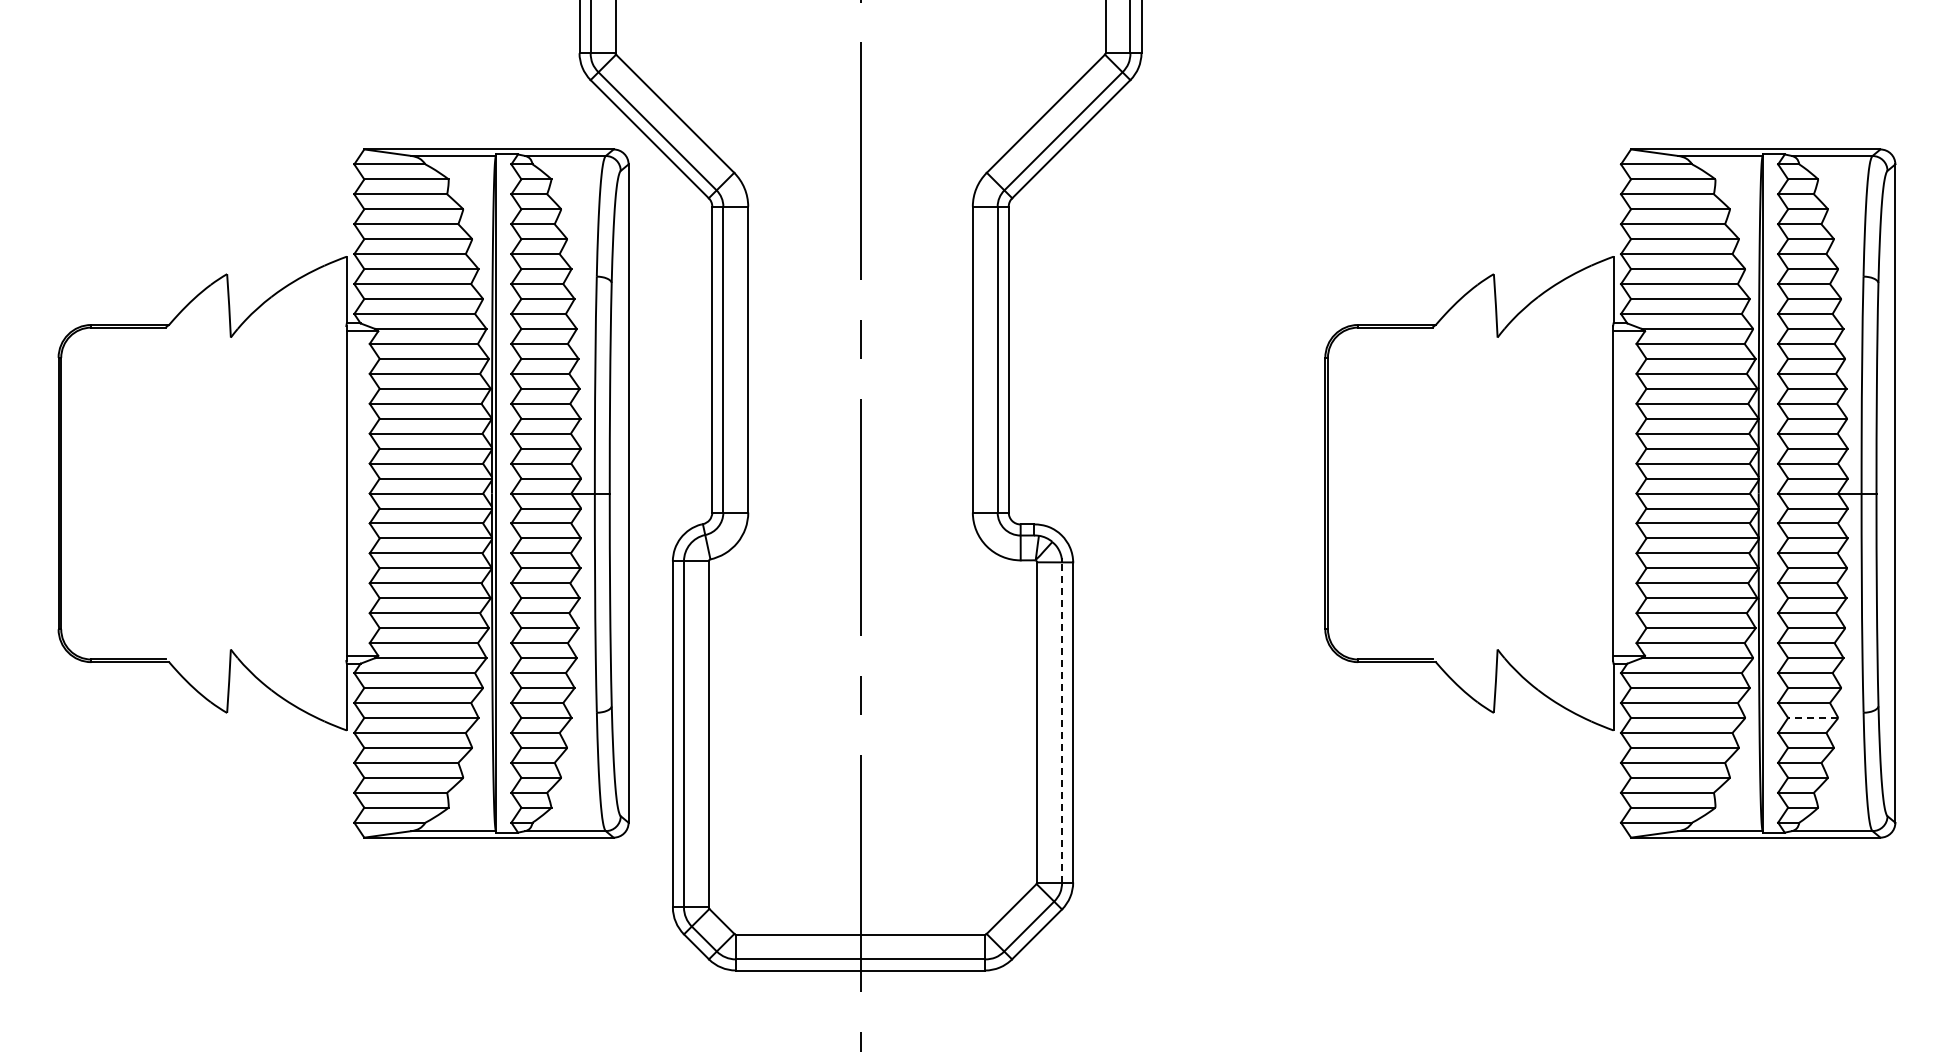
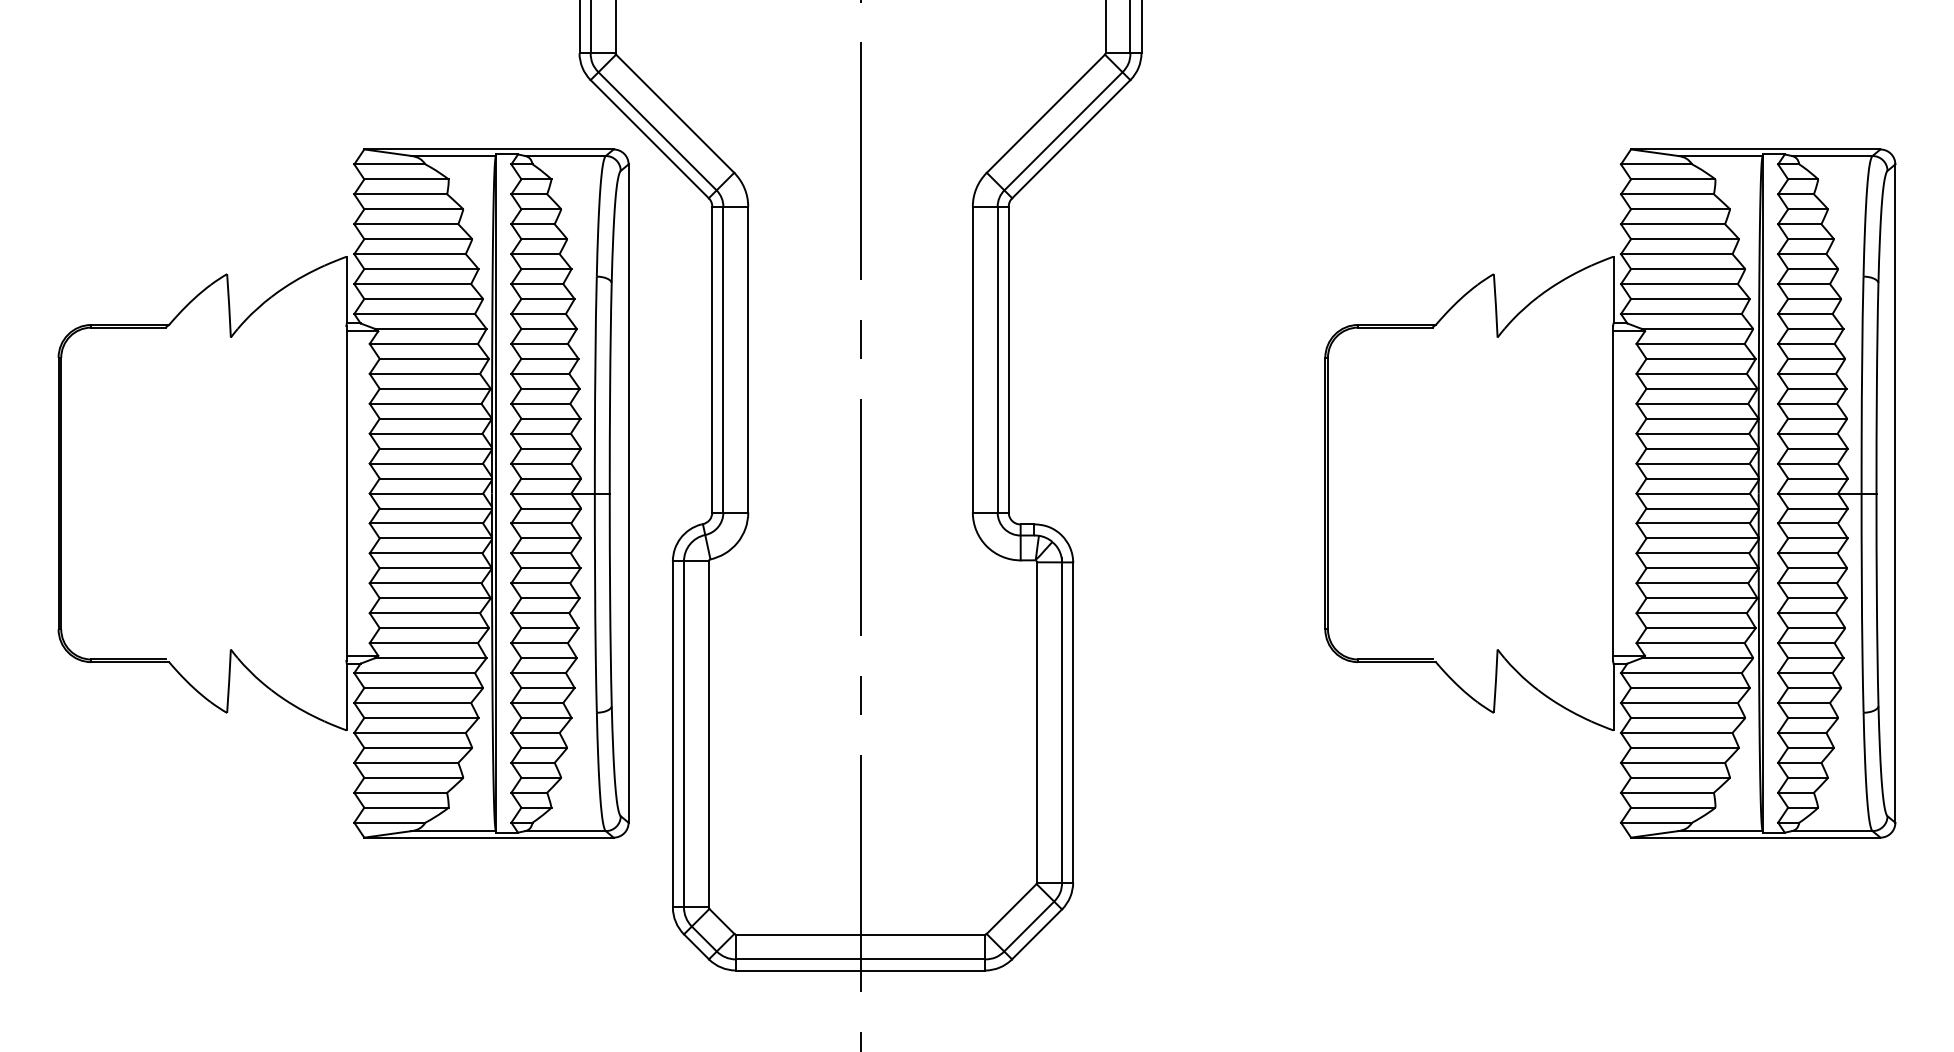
line at (1812, 717): dashed -> solid
line at (1062, 719): dashed -> solid
